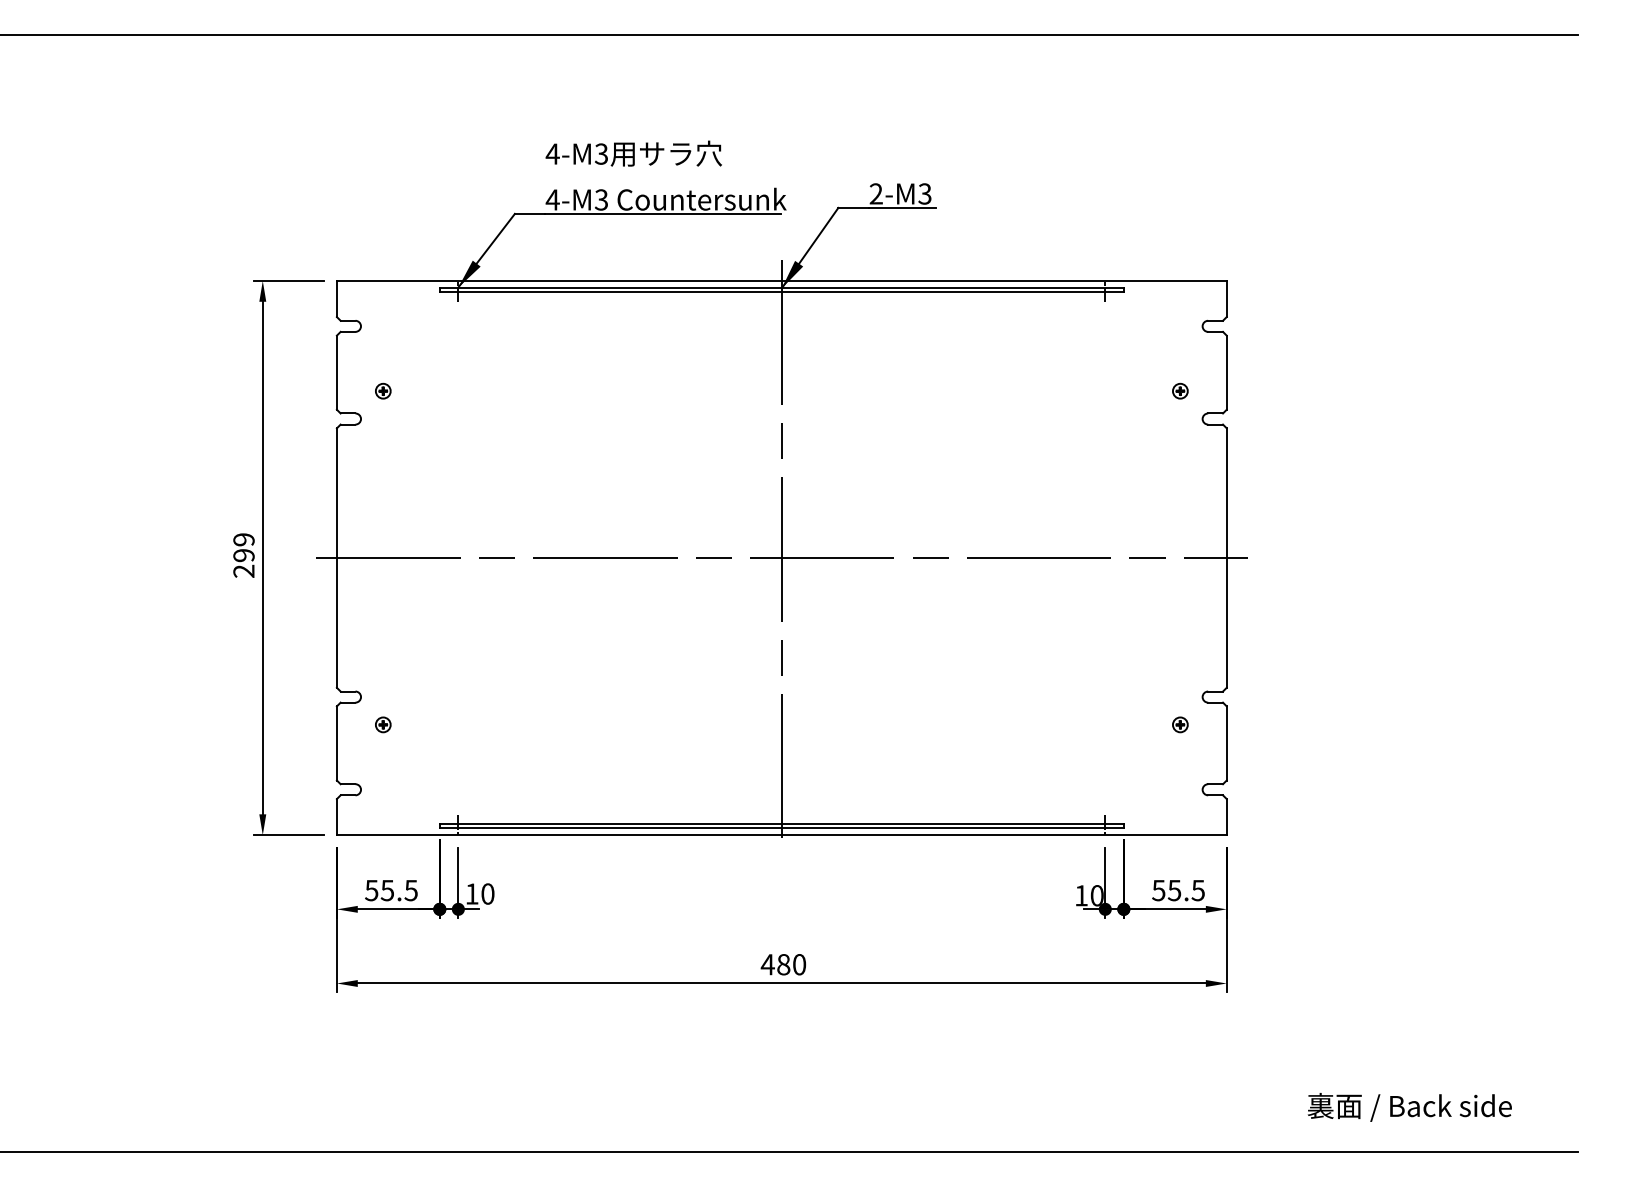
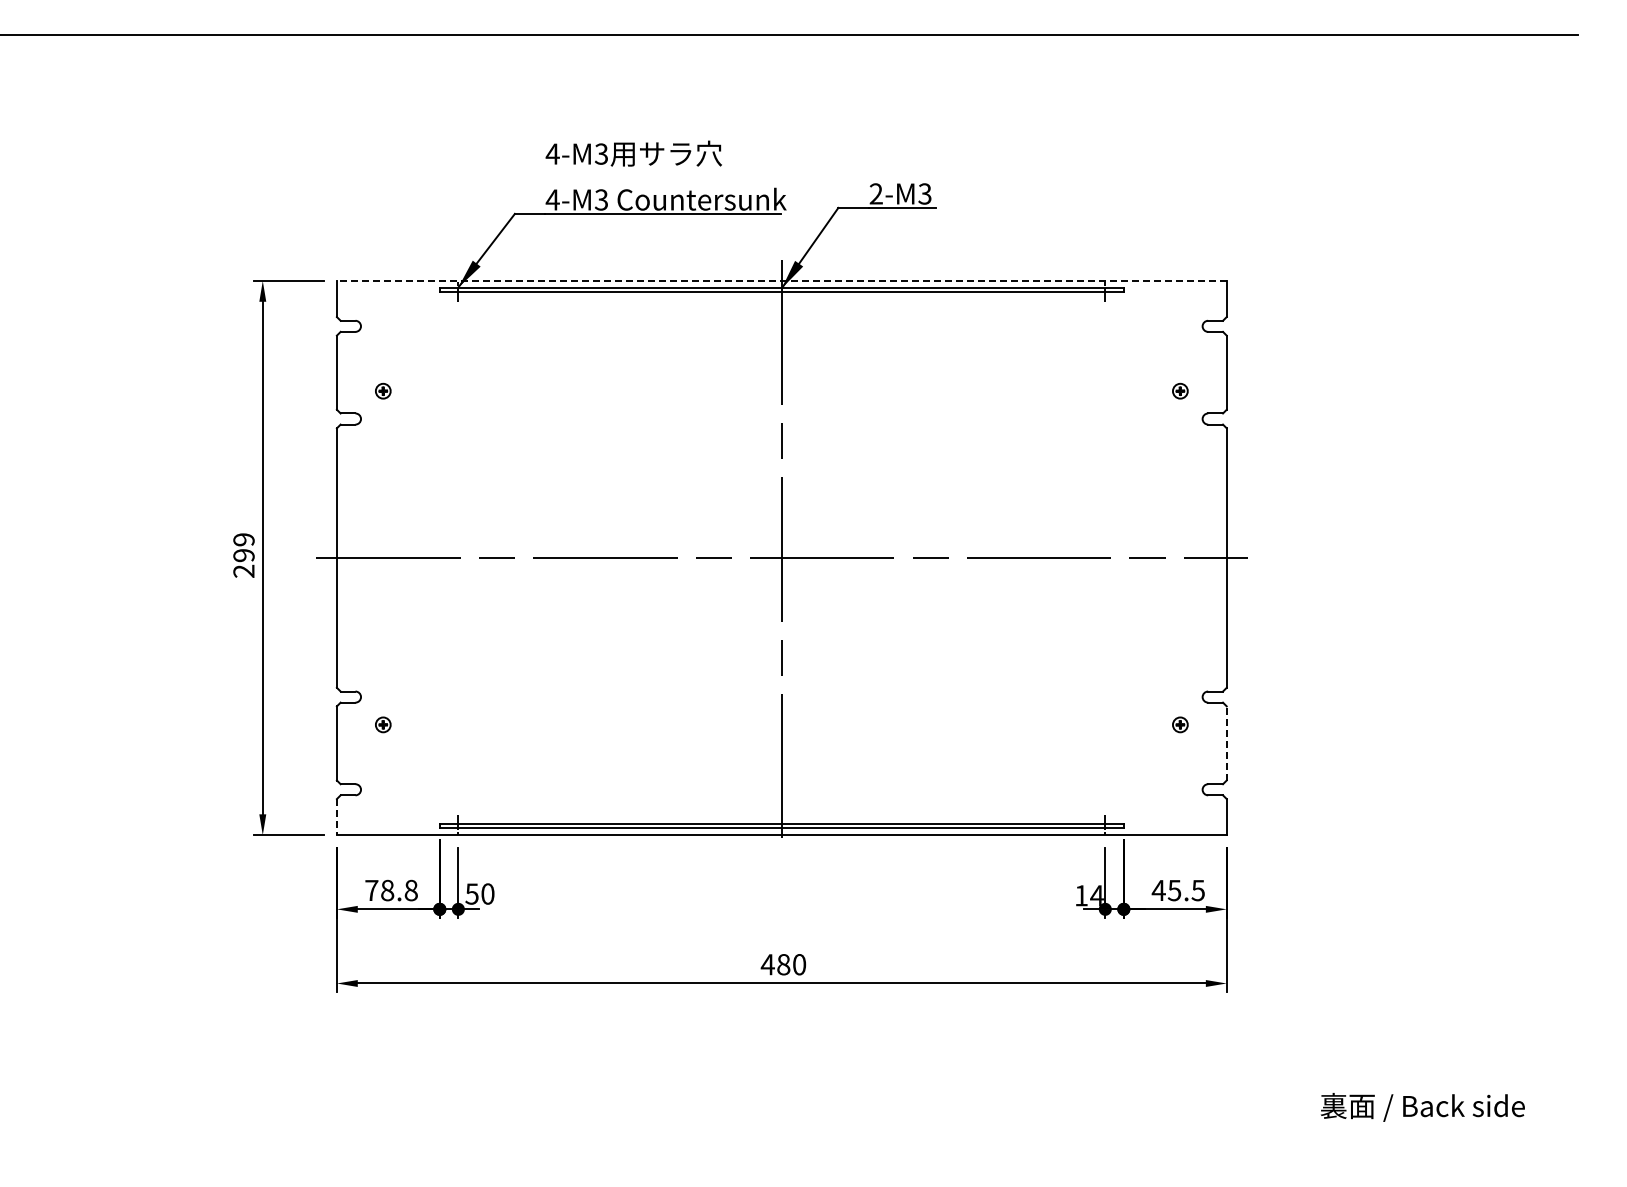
line at (781, 280): solid -> dashed
line at (1226, 742): solid -> dashed
line at (336, 817): solid -> dashed
text at (391, 890): 55.5 -> 78.8
text at (1158, 890): 55.5 -> 45.5
text at (471, 893): 10 -> 50
text at (1096, 895): 10 -> 14
text at (1409, 1107) position: (1409, 1107) -> (1422, 1107)
line at (790, 1151): present -> none
